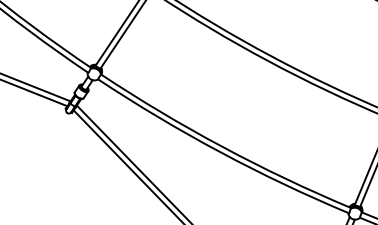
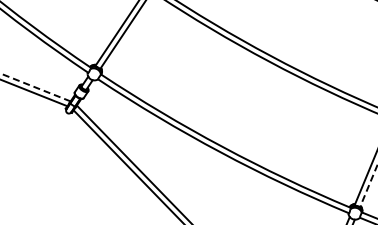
line at (35, 87): solid -> dashed
line at (369, 185): solid -> dashed
